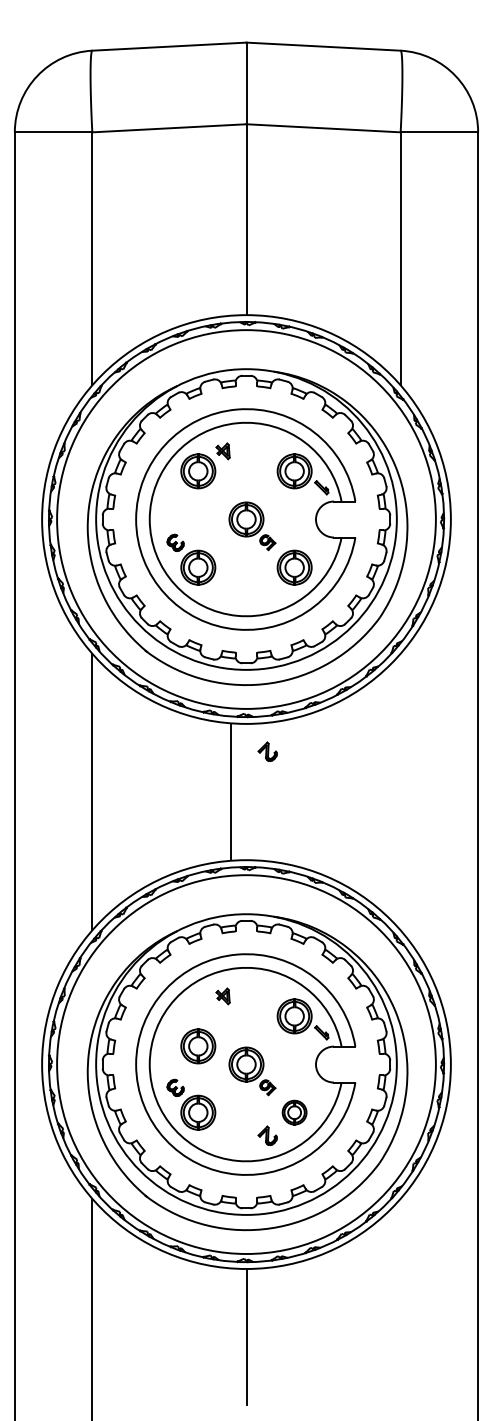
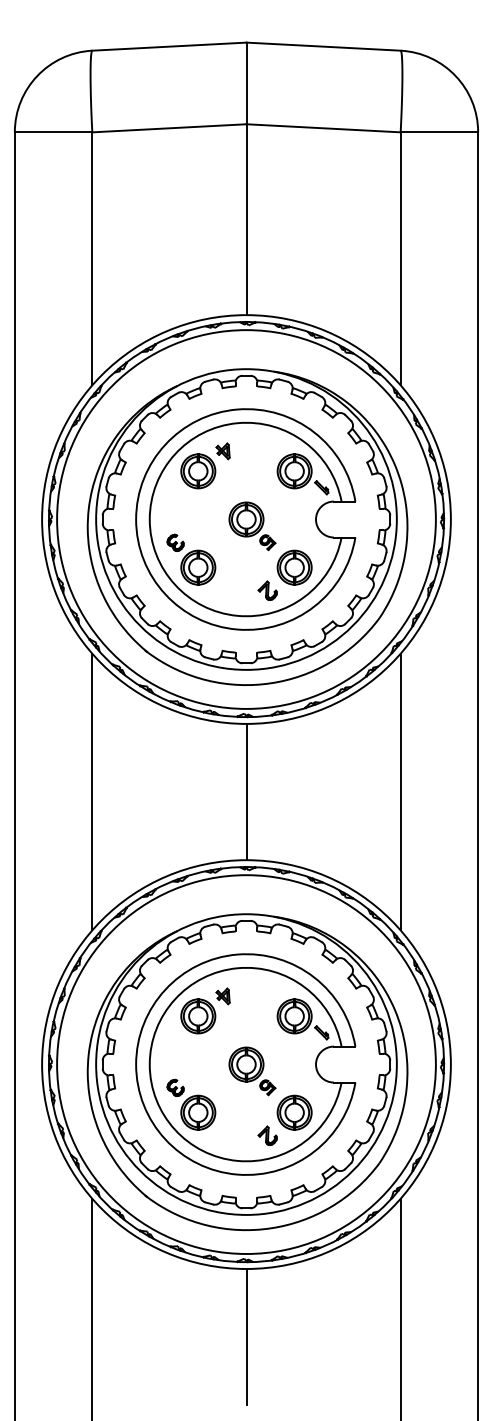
part at (267, 751) position: (267, 751) -> (267, 590)
line at (230, 791) position: (230, 791) -> (246, 791)
line at (400, 791): none -> present
part at (198, 1046) position: (198, 1046) -> (198, 1016)
part at (294, 1112) size: 27x27 px -> 37x37 px
line at (400, 1307): none -> present
